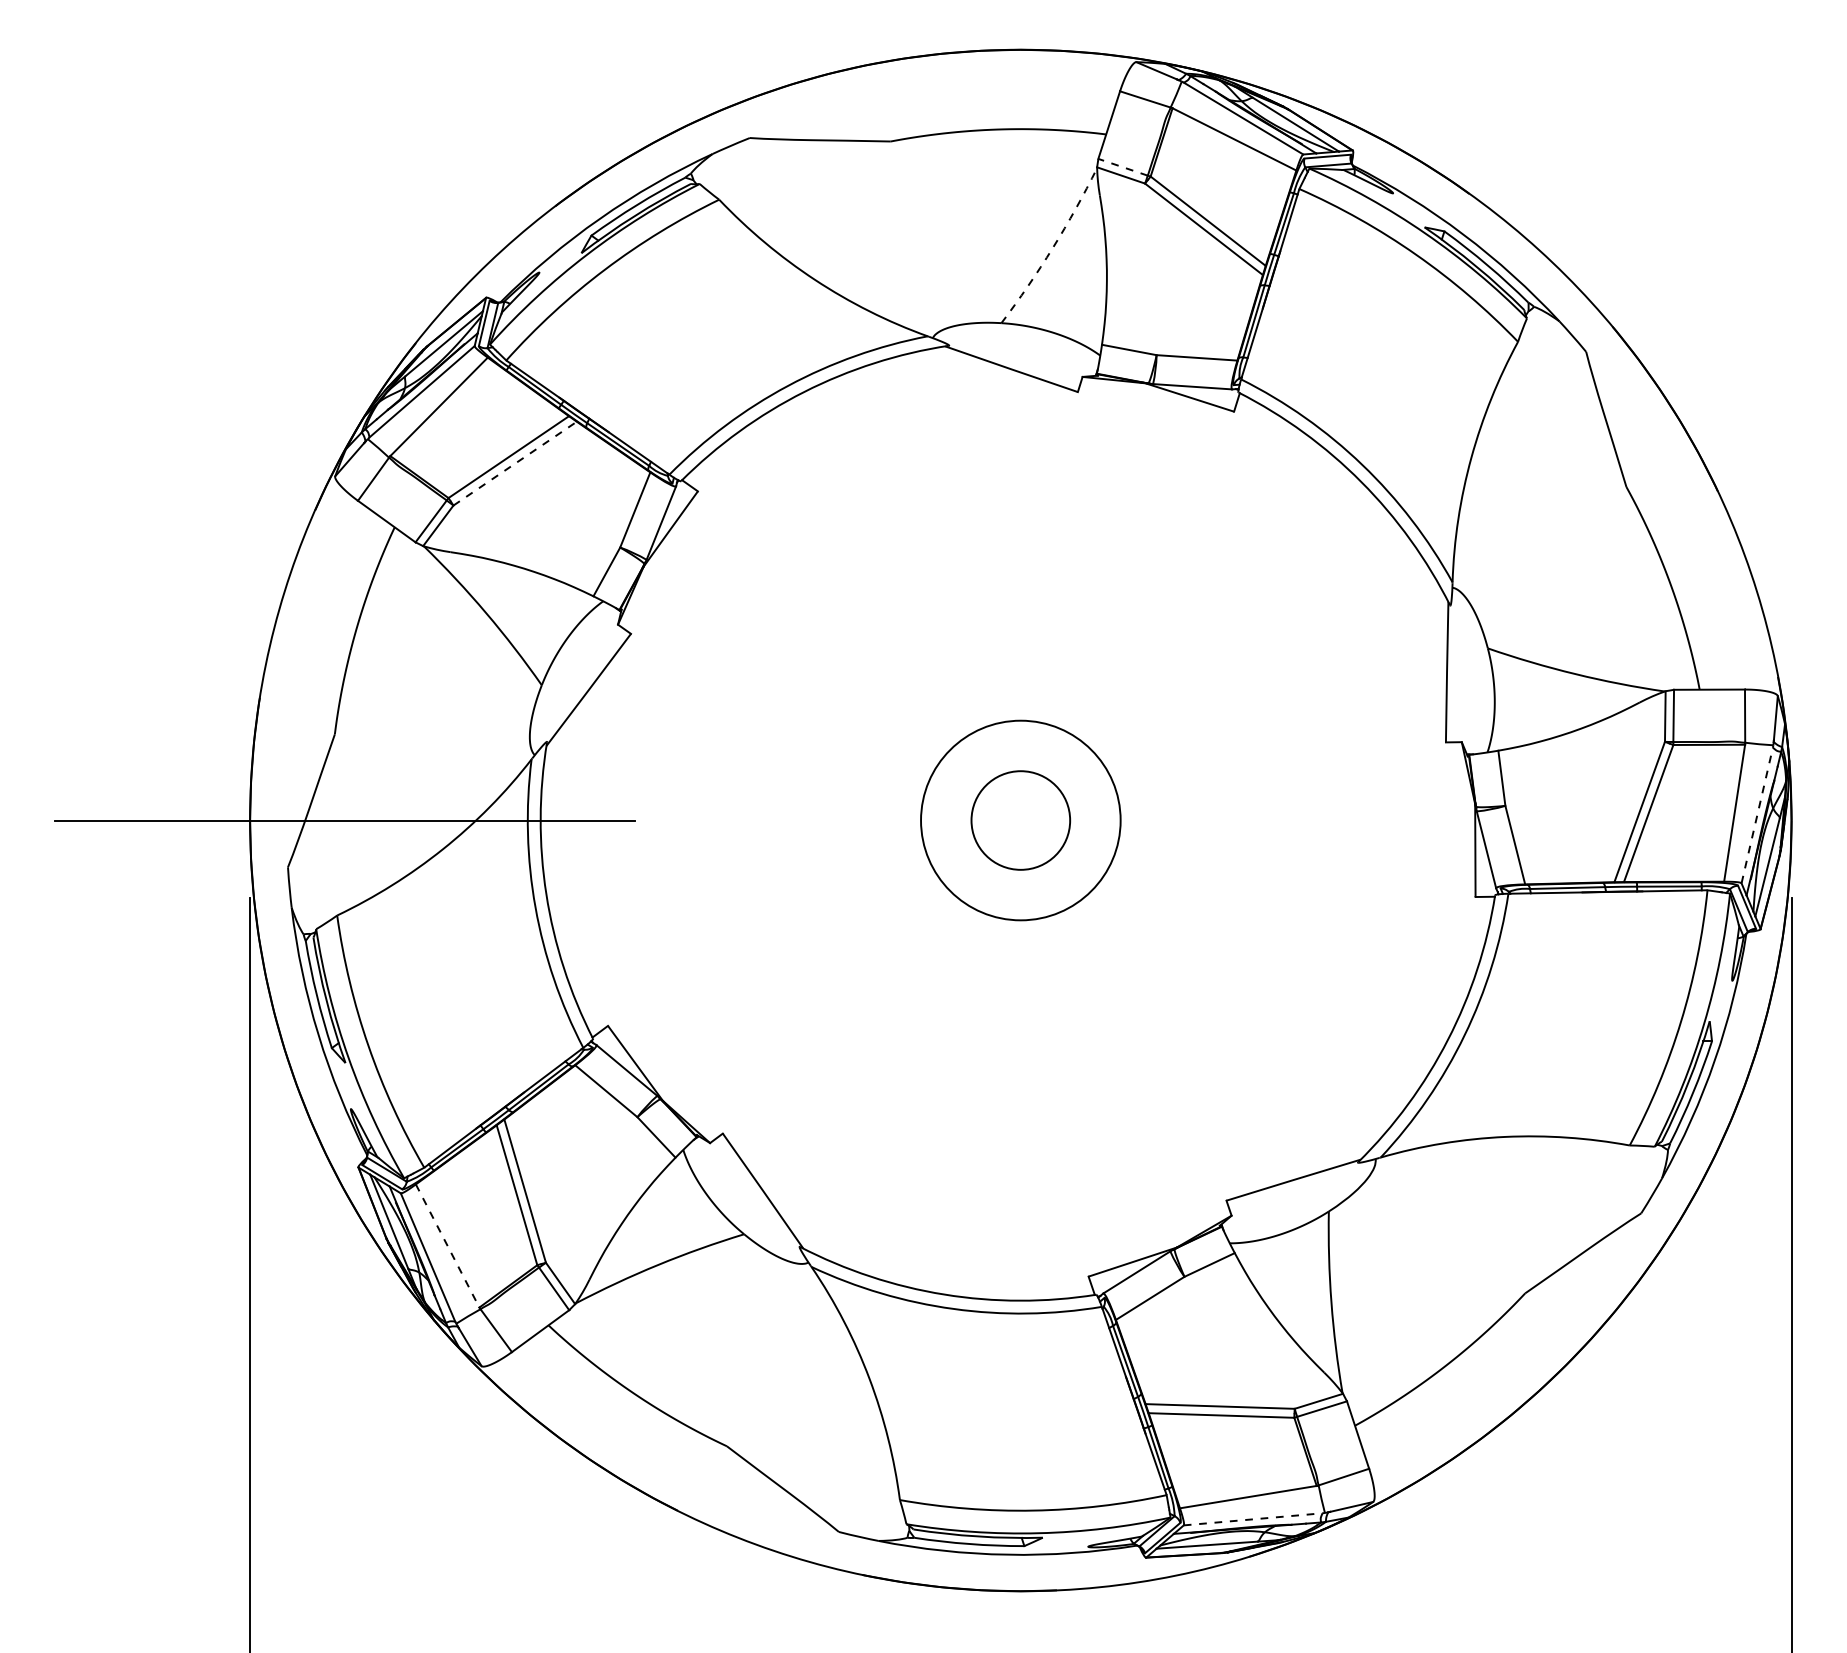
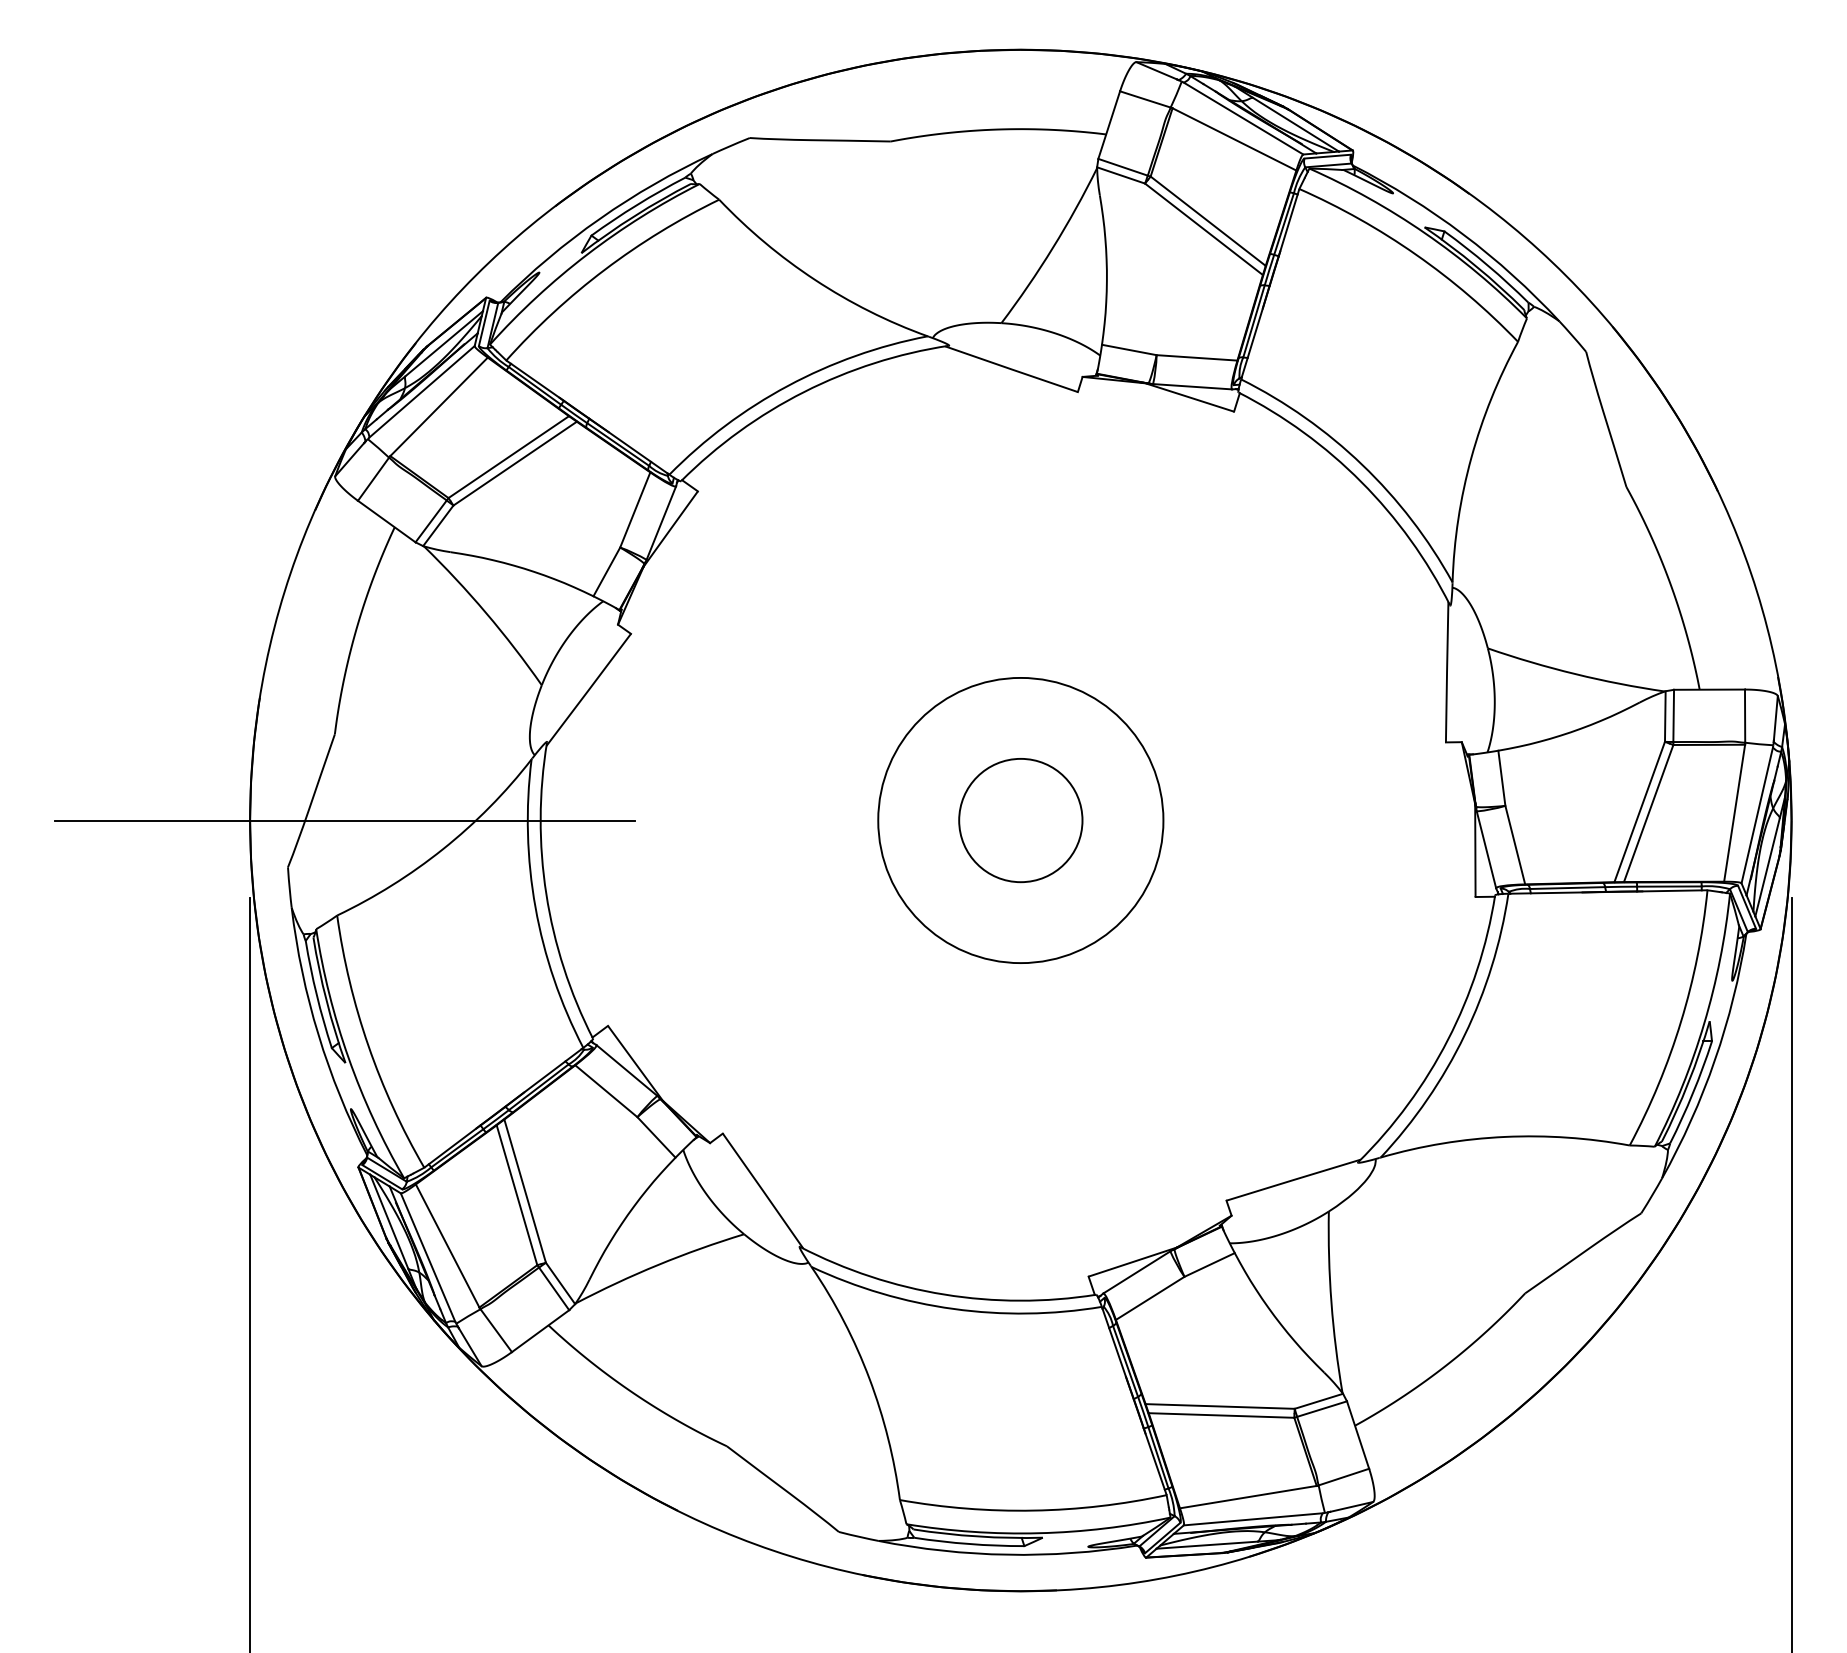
line at (1122, 167): dashed -> solid
arc at (1052, 247): dashed -> solid
line at (515, 463): dashed -> solid
line at (1757, 815): dashed -> solid
circle at (1020, 820) diameter: 200 px -> 285 px
circle at (1020, 820) diameter: 99 px -> 123 px
line at (447, 1246): dashed -> solid
line at (1253, 1519): dashed -> solid
